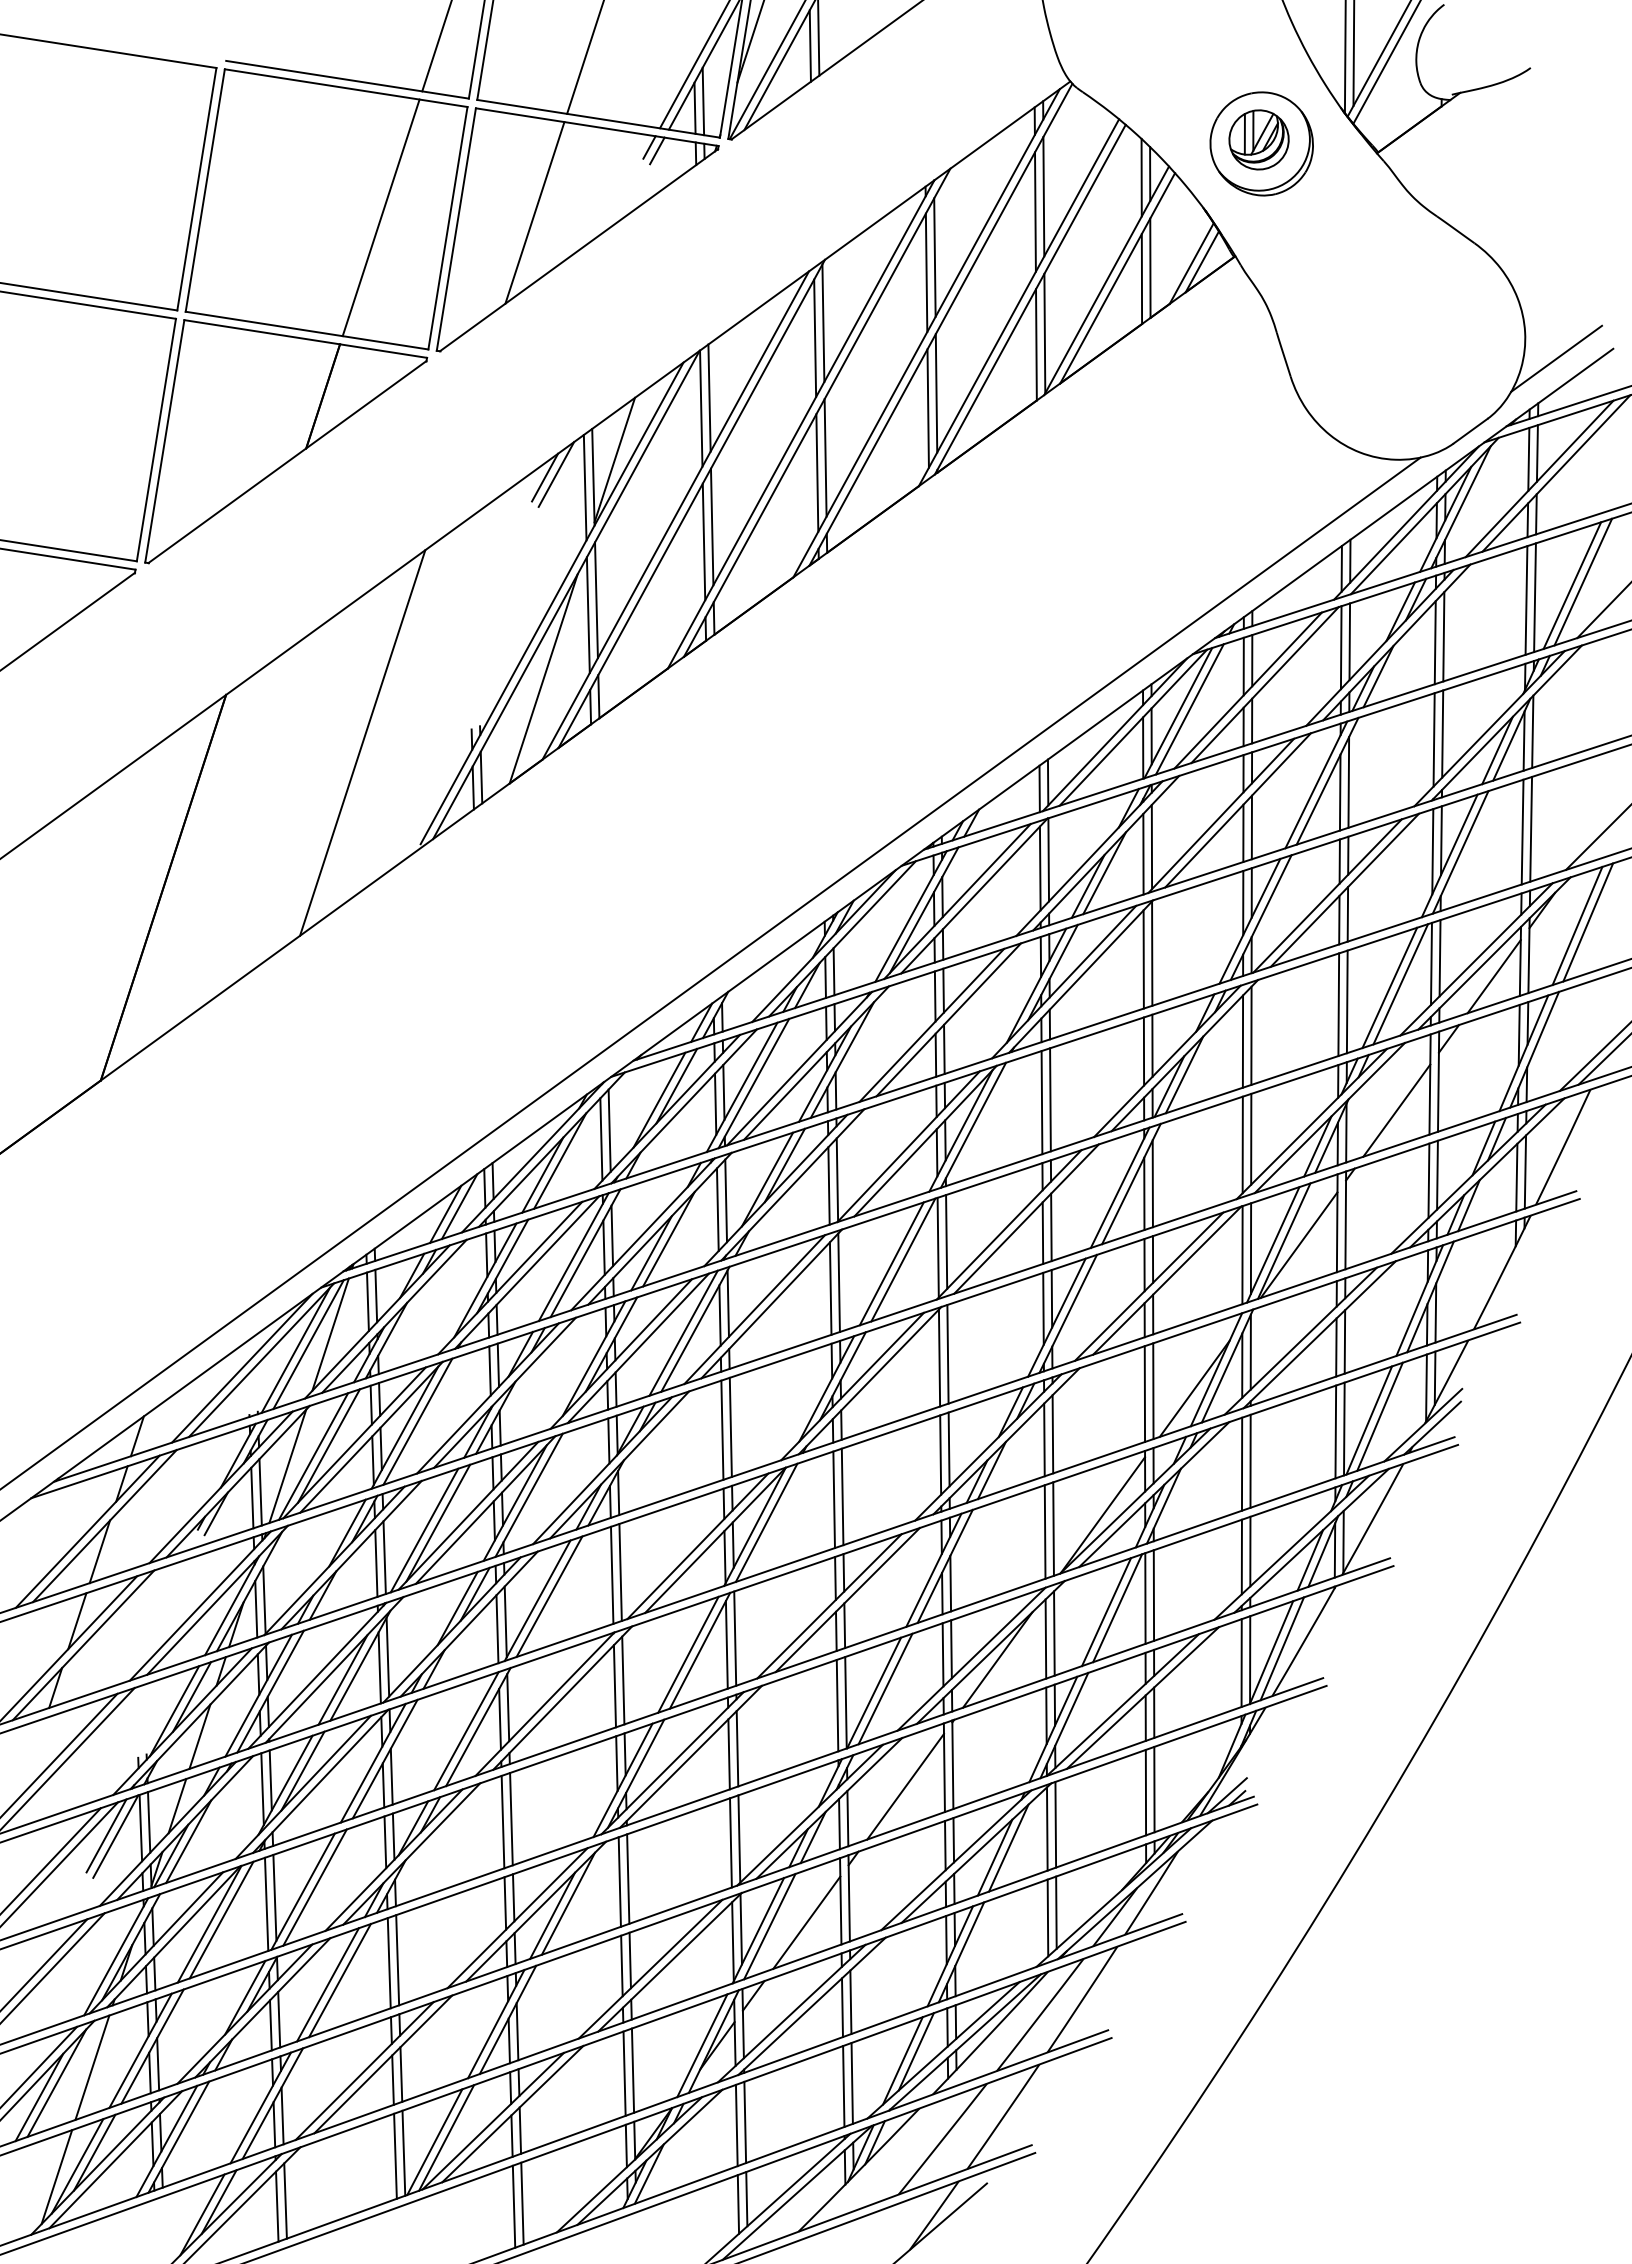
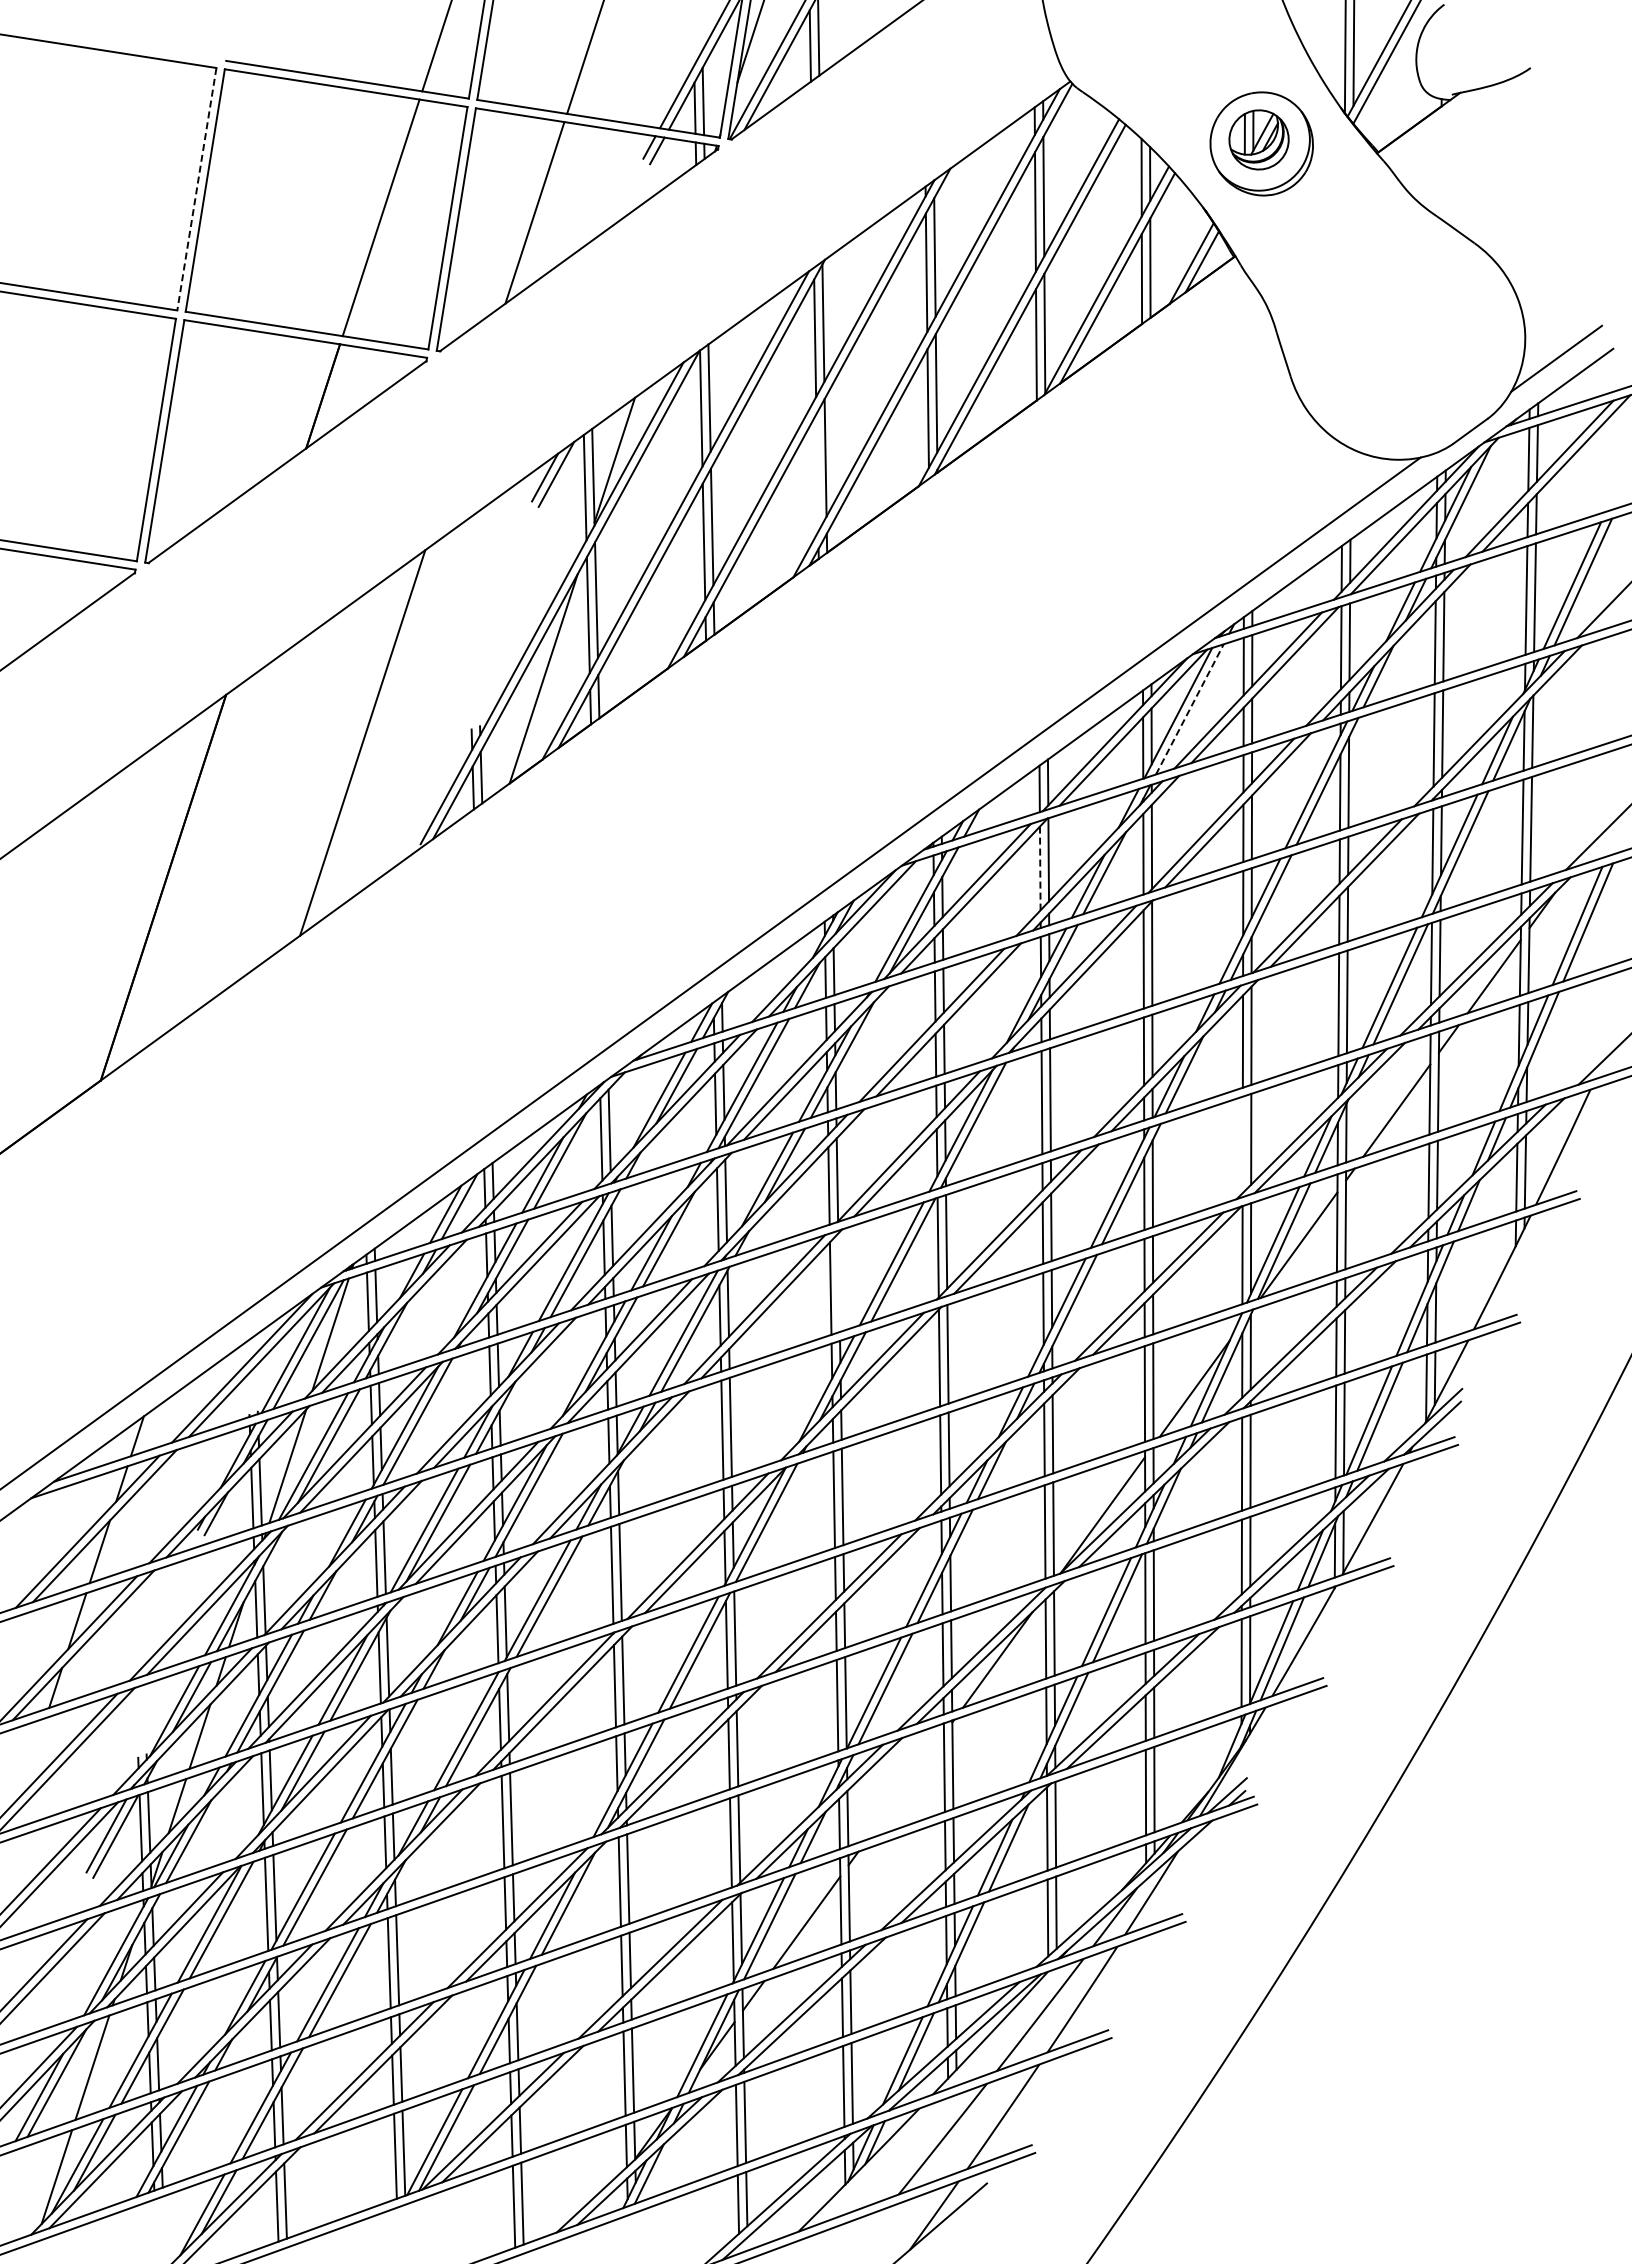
line at (196, 189): solid -> dashed
line at (817, 472): present -> none
line at (1190, 708): solid -> dashed
line at (1040, 868): solid -> dashed
line at (1593, 1057): present -> none
line at (1242, 1144): present -> none
line at (838, 1282): present -> none
line at (905, 1786): present -> none
